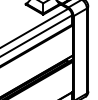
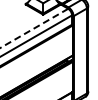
line at (34, 28): solid -> dashed
